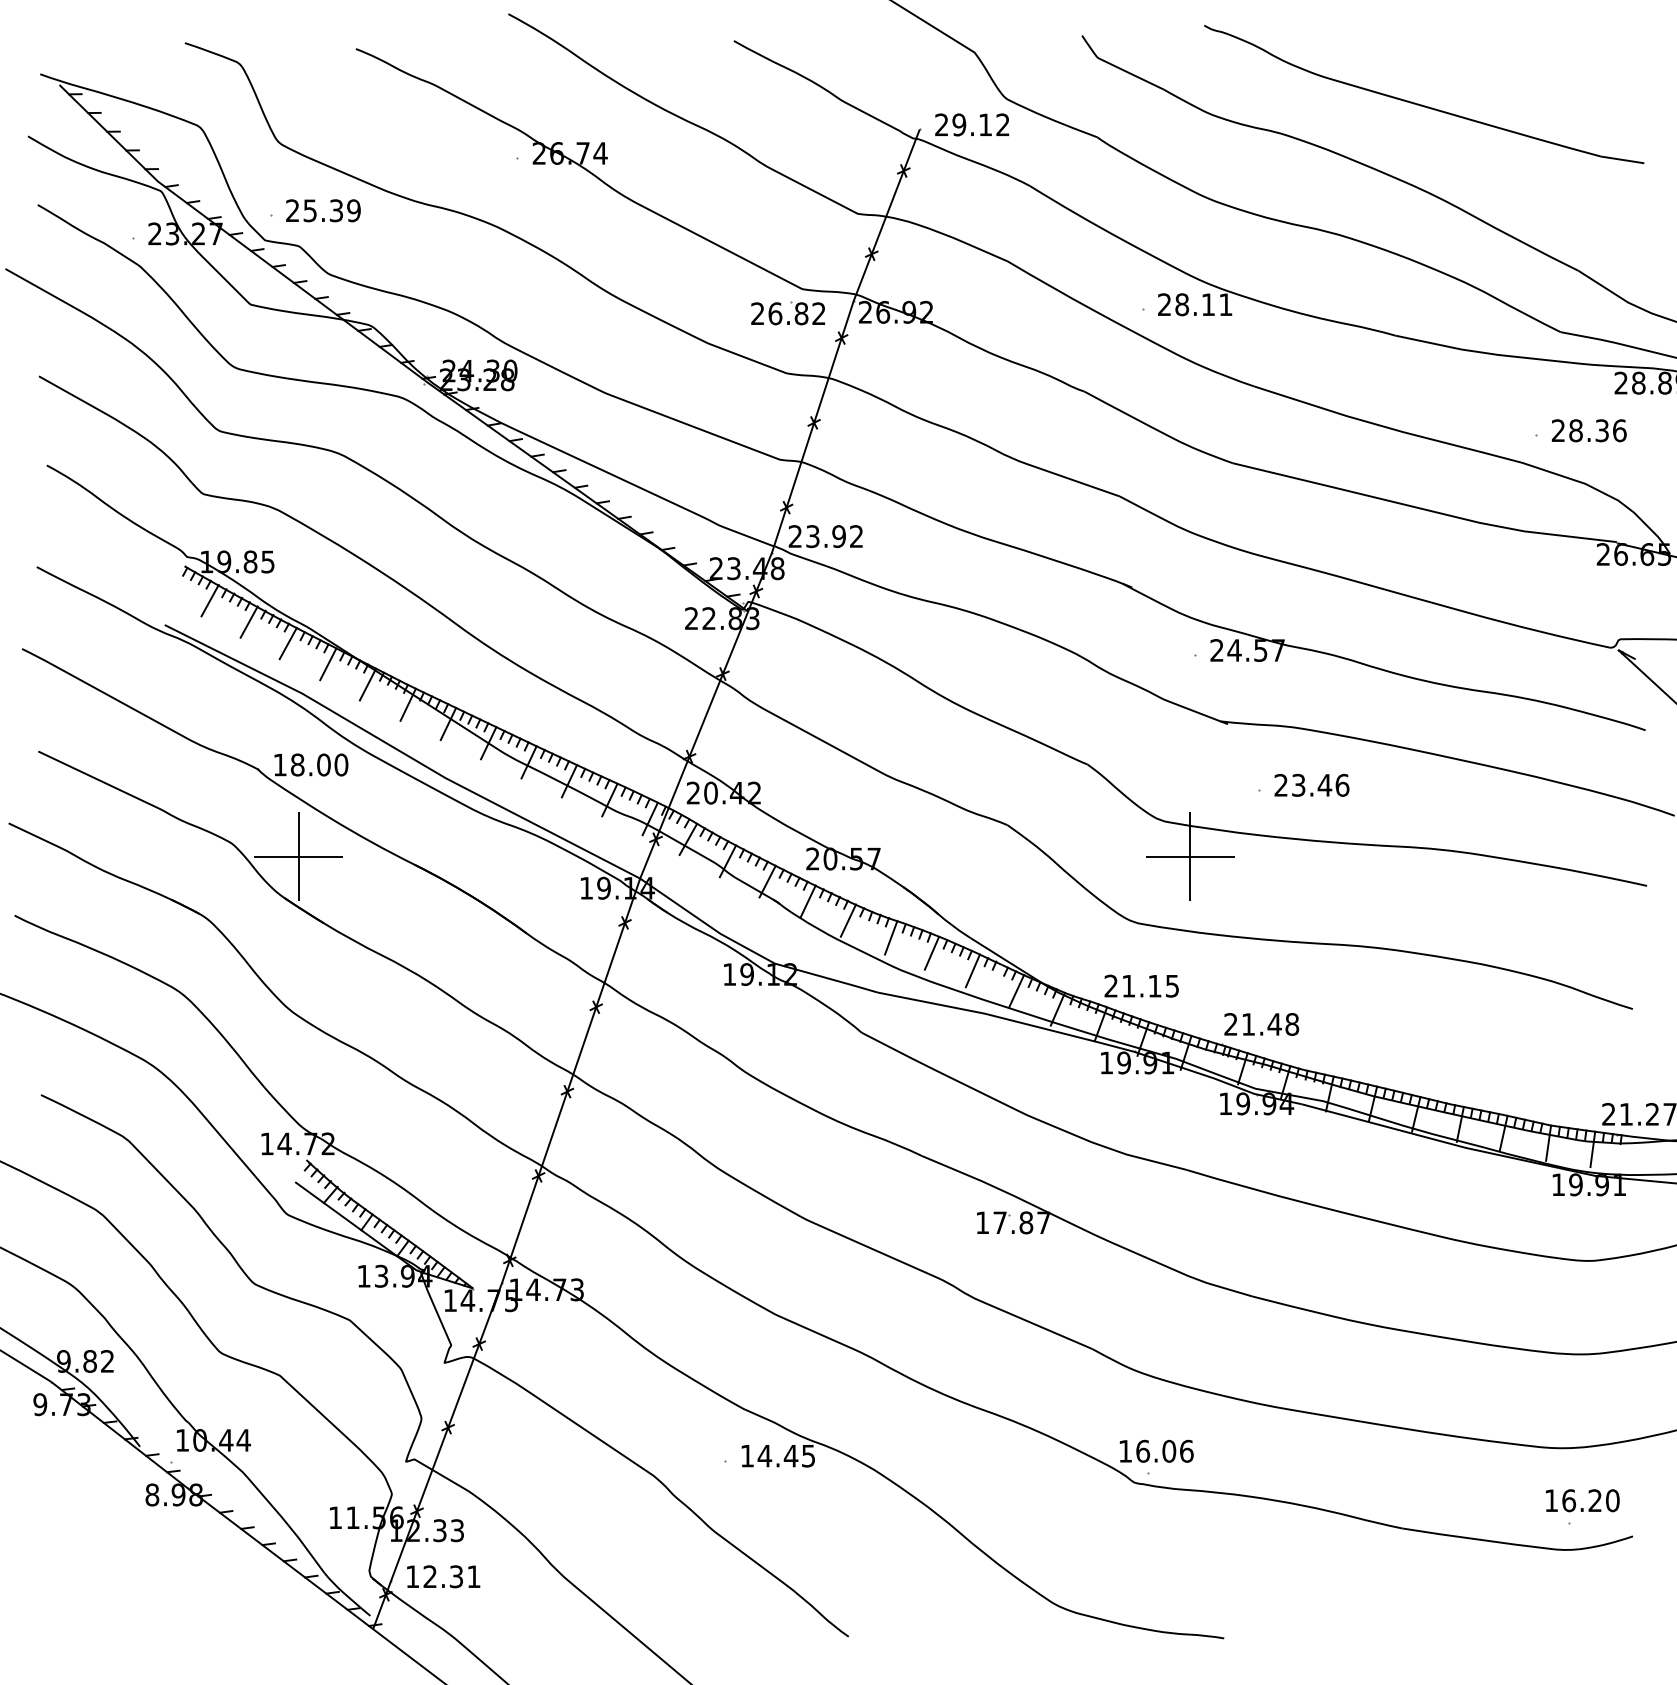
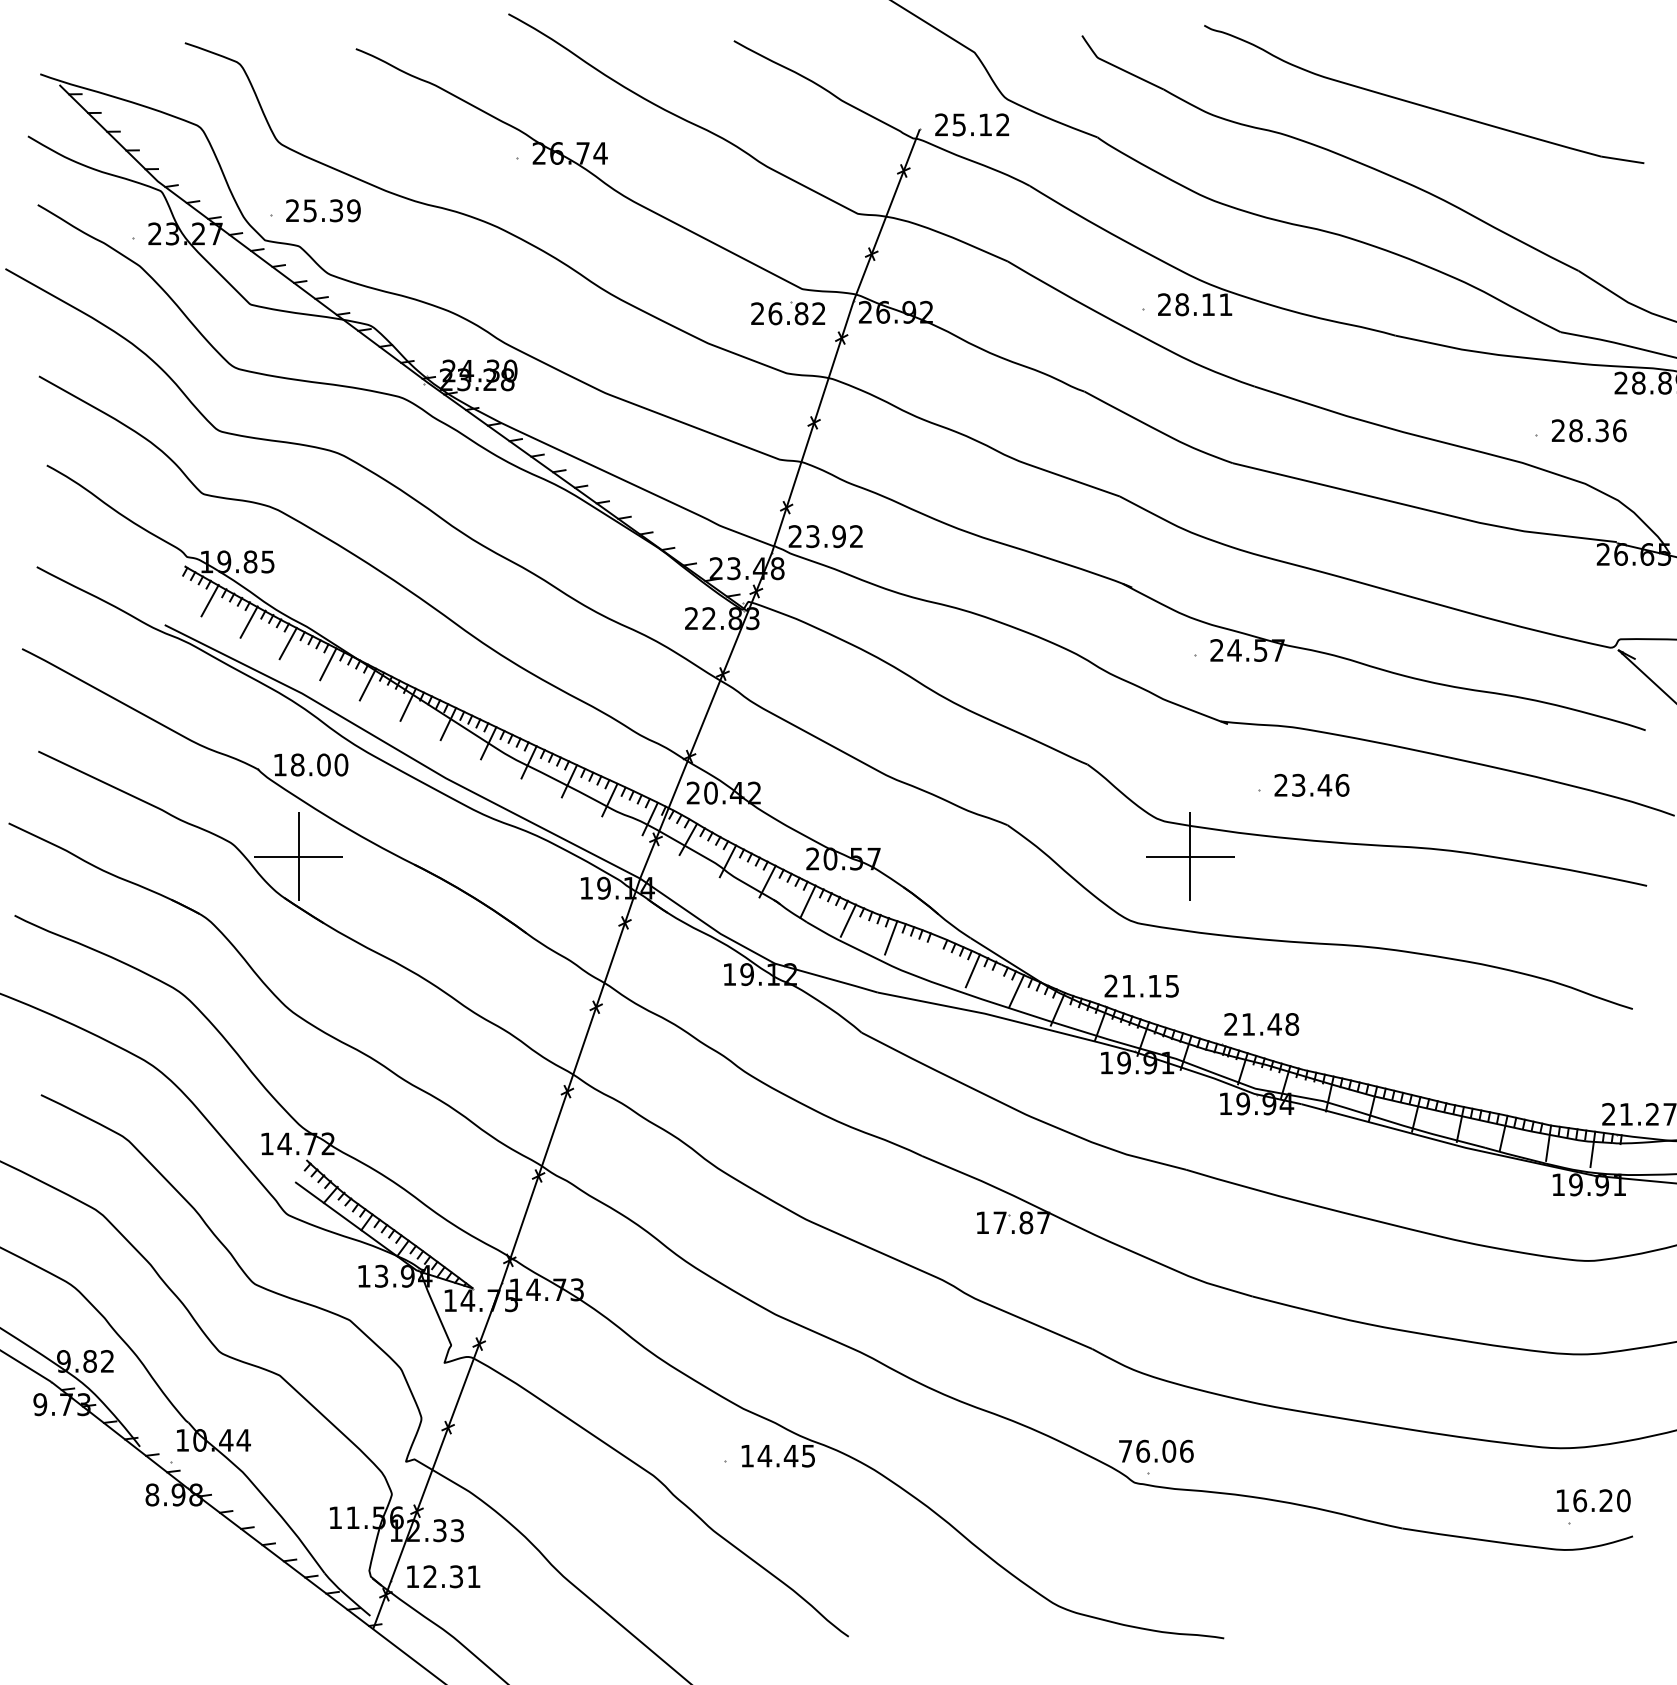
text at (959, 124): 29.12 -> 25.12
line at (931, 952): present -> none
text at (1125, 1451): 16.06 -> 76.06
text at (1582, 1500) position: (1582, 1500) -> (1593, 1500)
